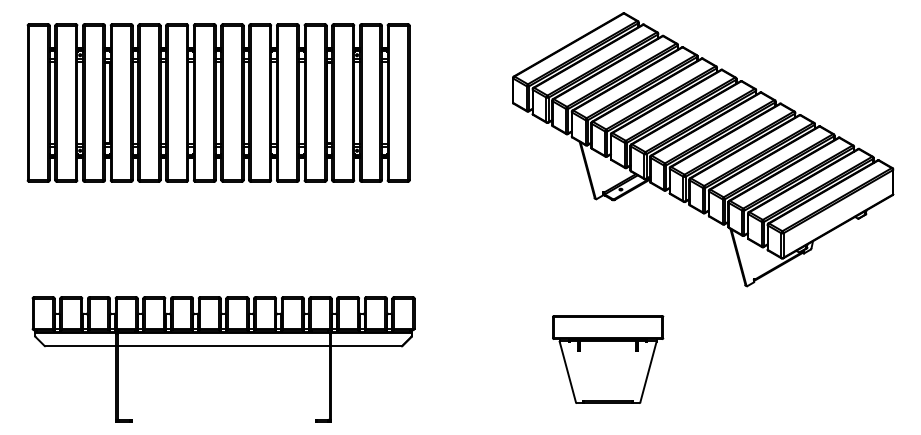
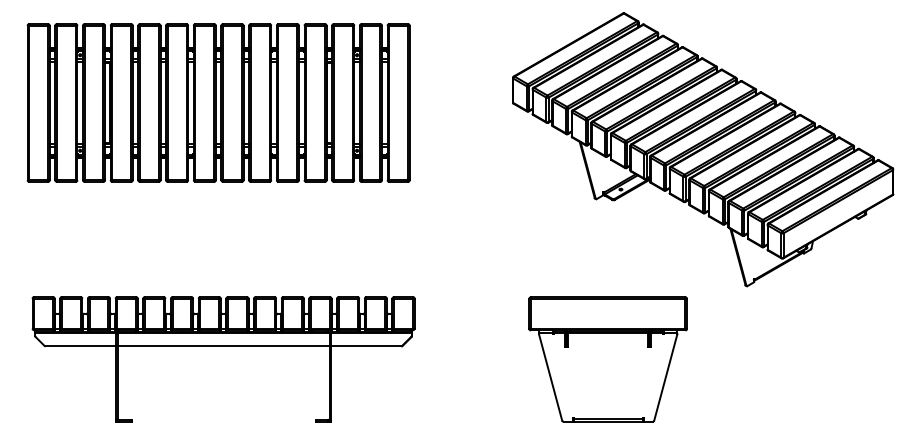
part at (608, 359) size: 113x89 px -> 160x127 px
